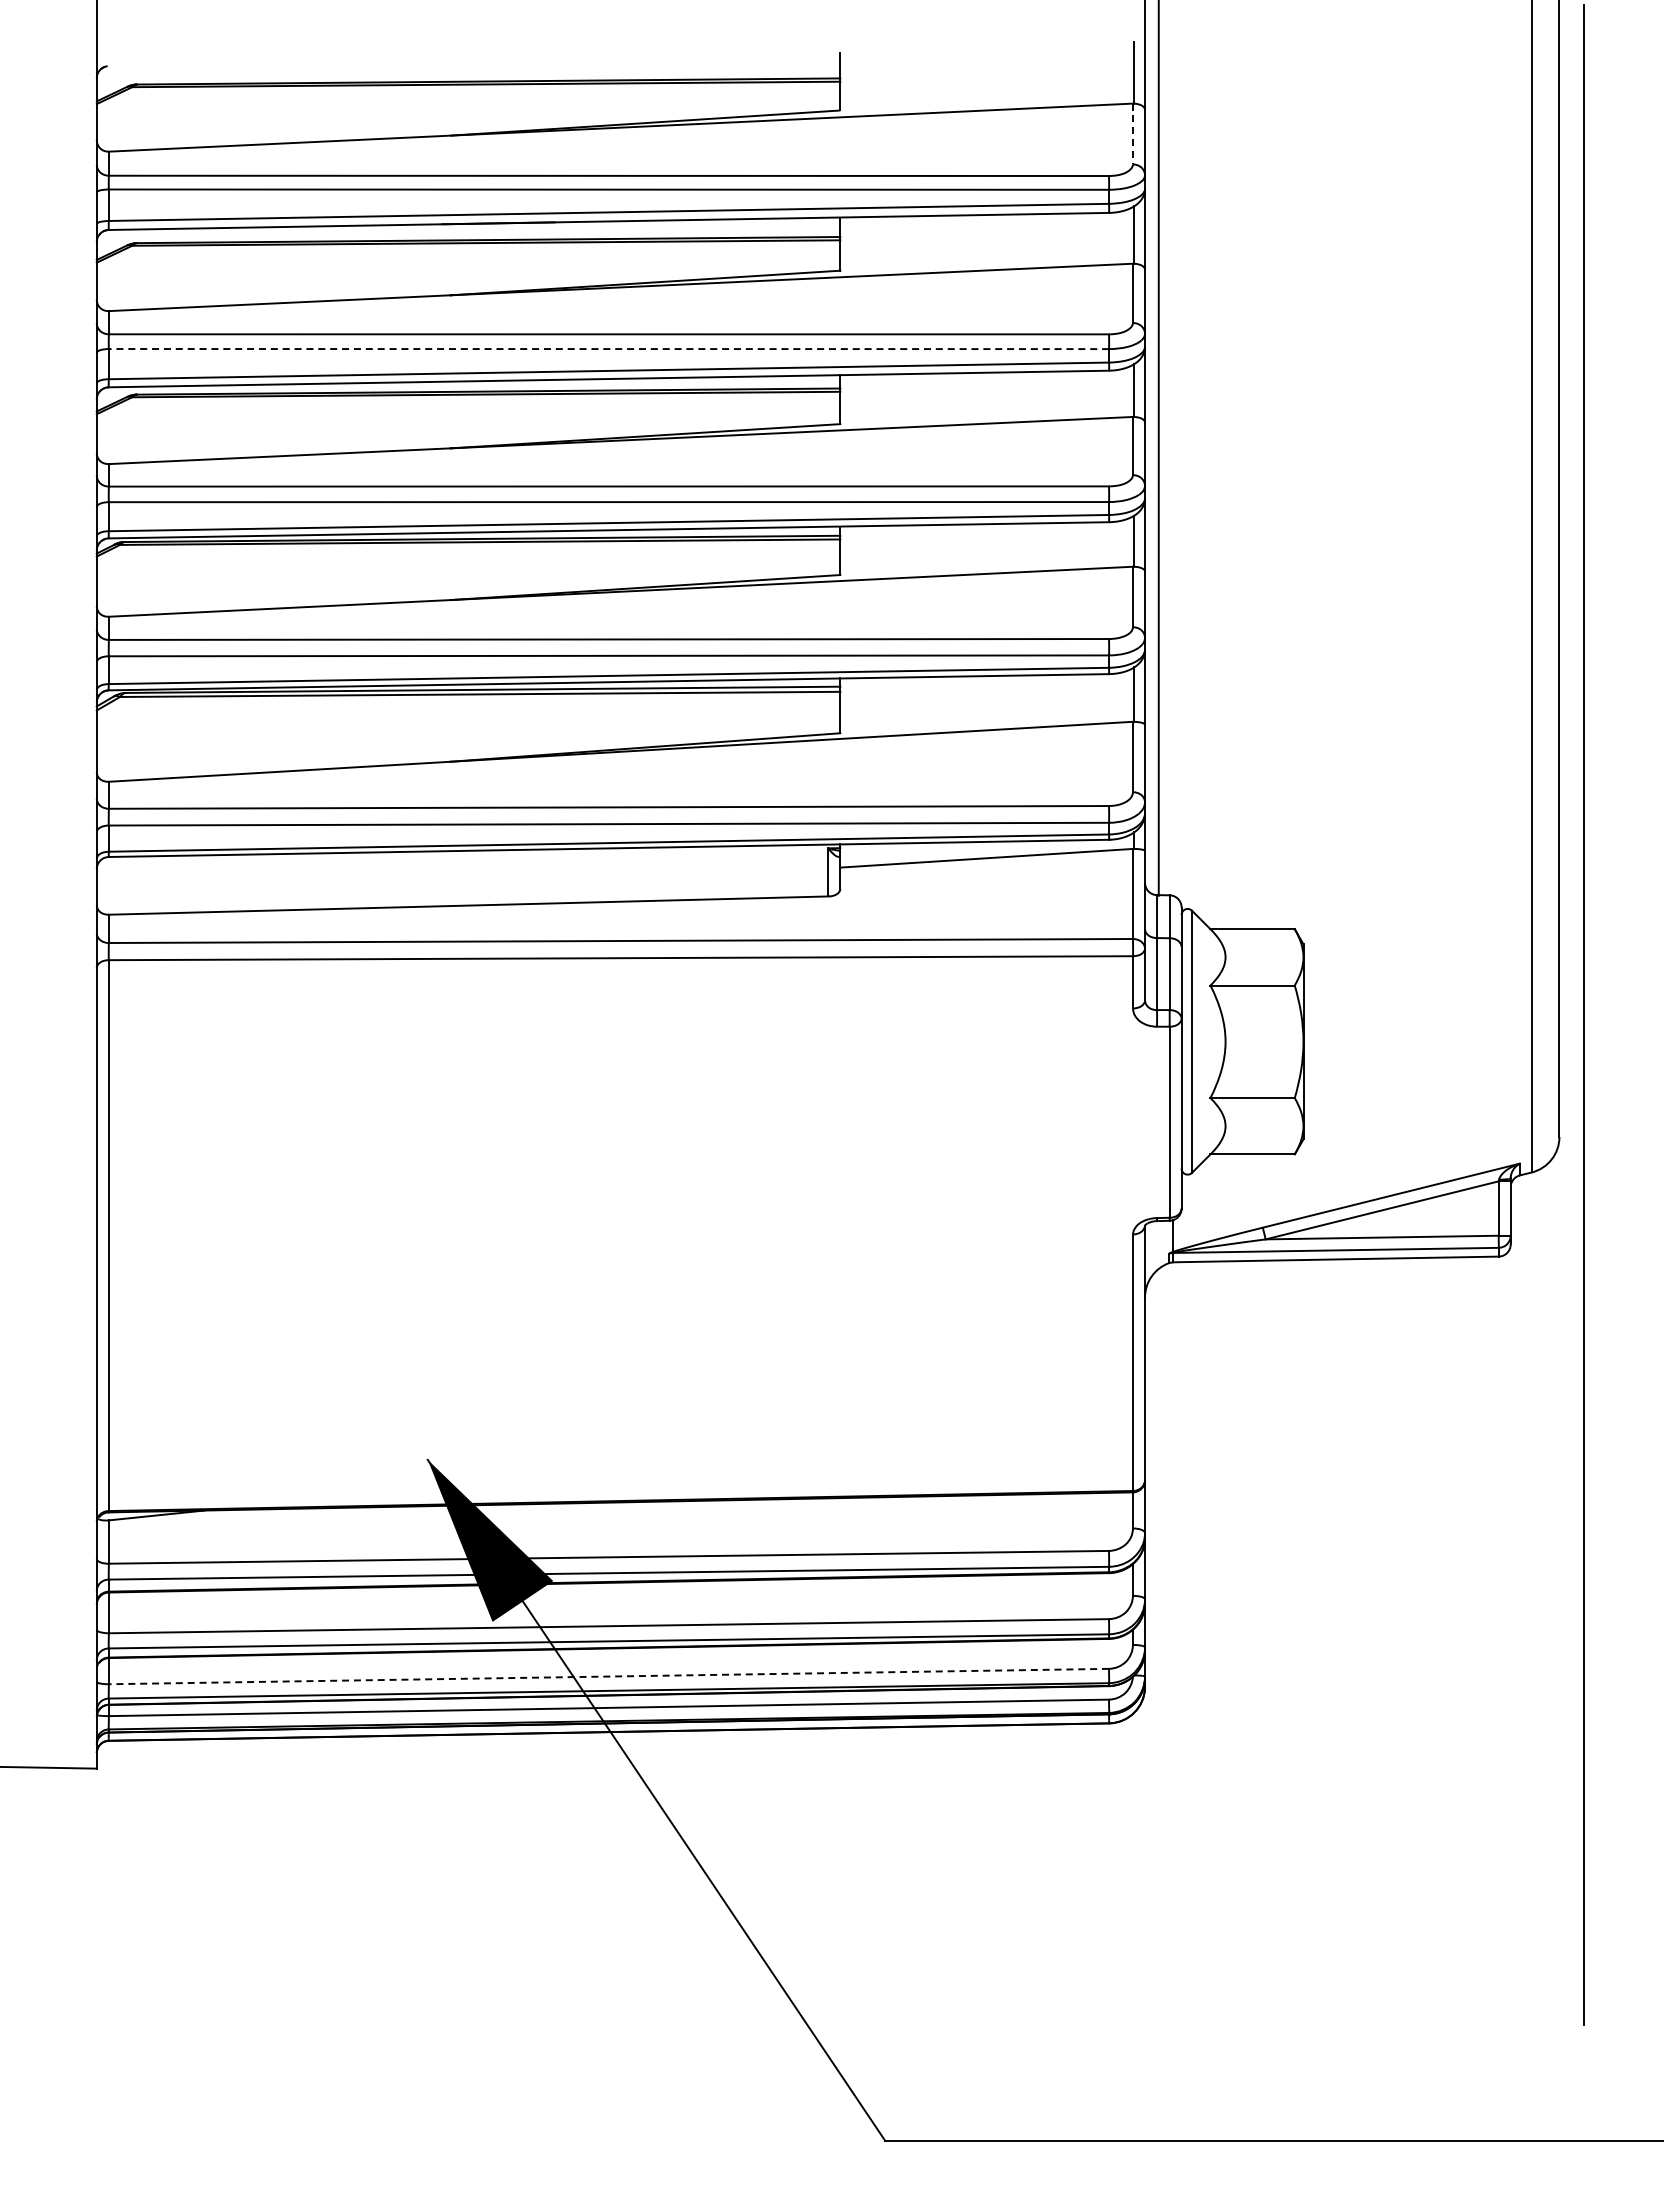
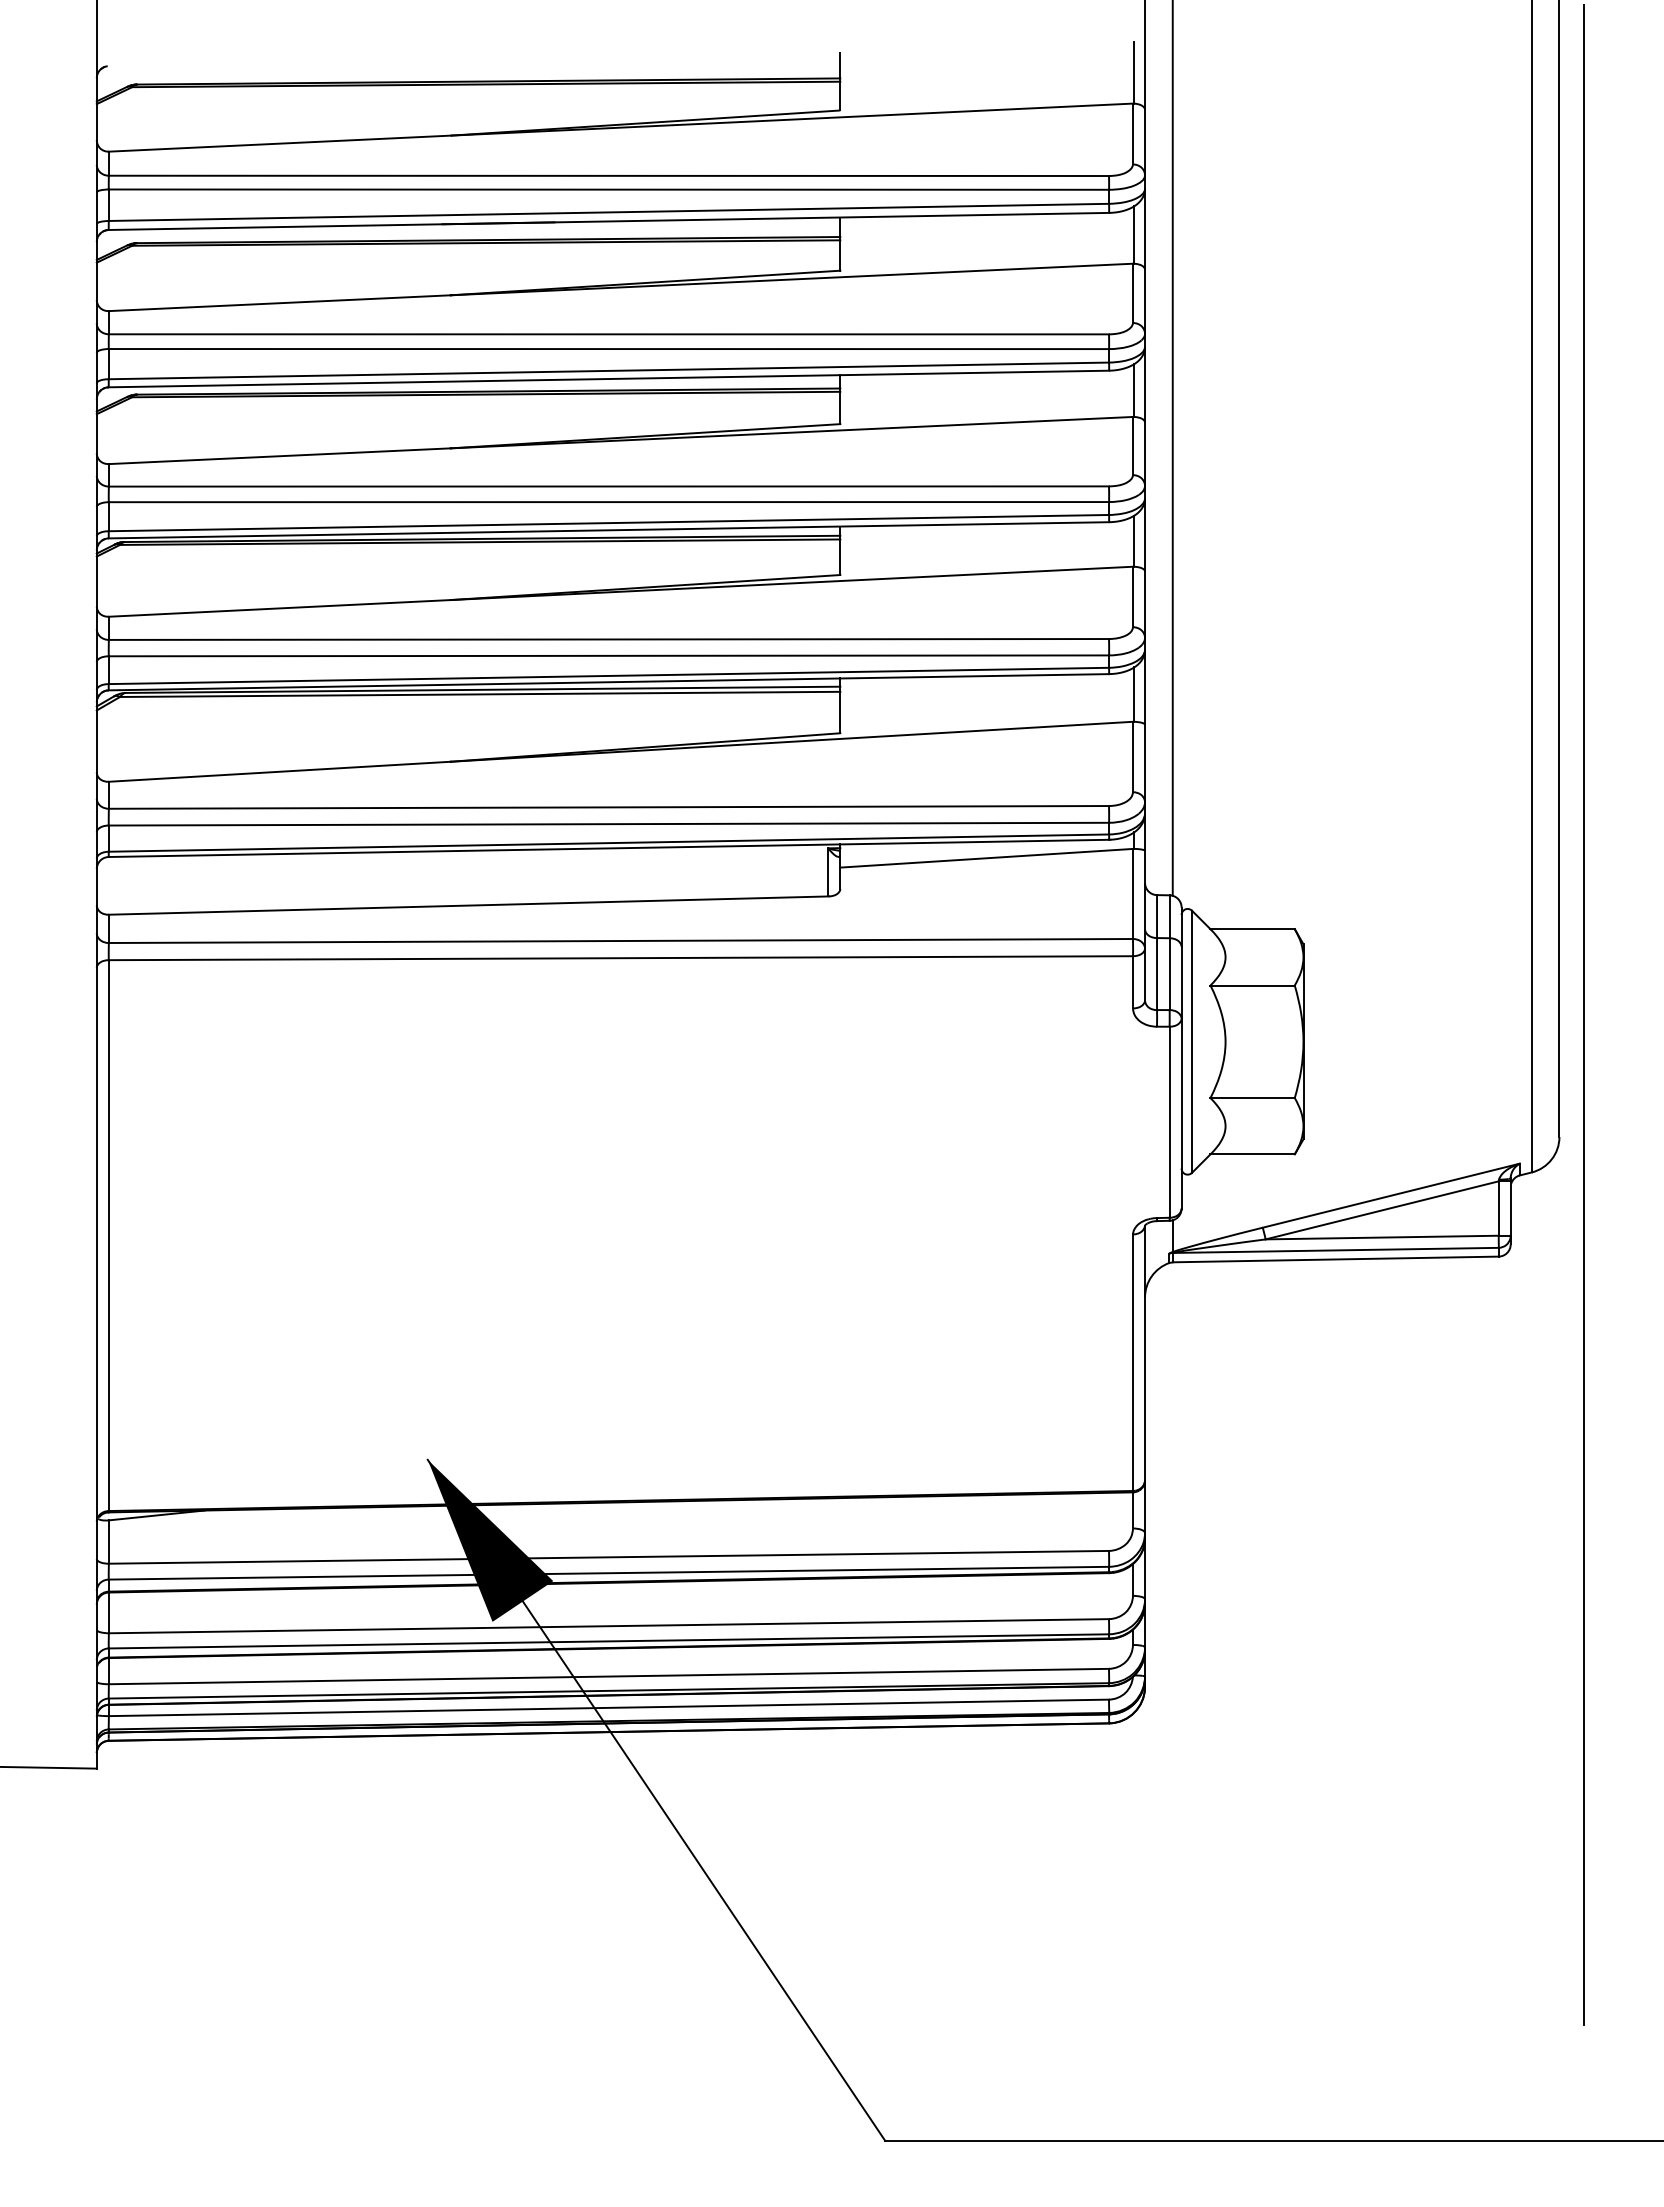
line at (1132, 134): dashed -> solid
line at (608, 349): dashed -> solid
line at (1158, 448) position: (1158, 448) -> (1172, 448)
line at (608, 1676): dashed -> solid
